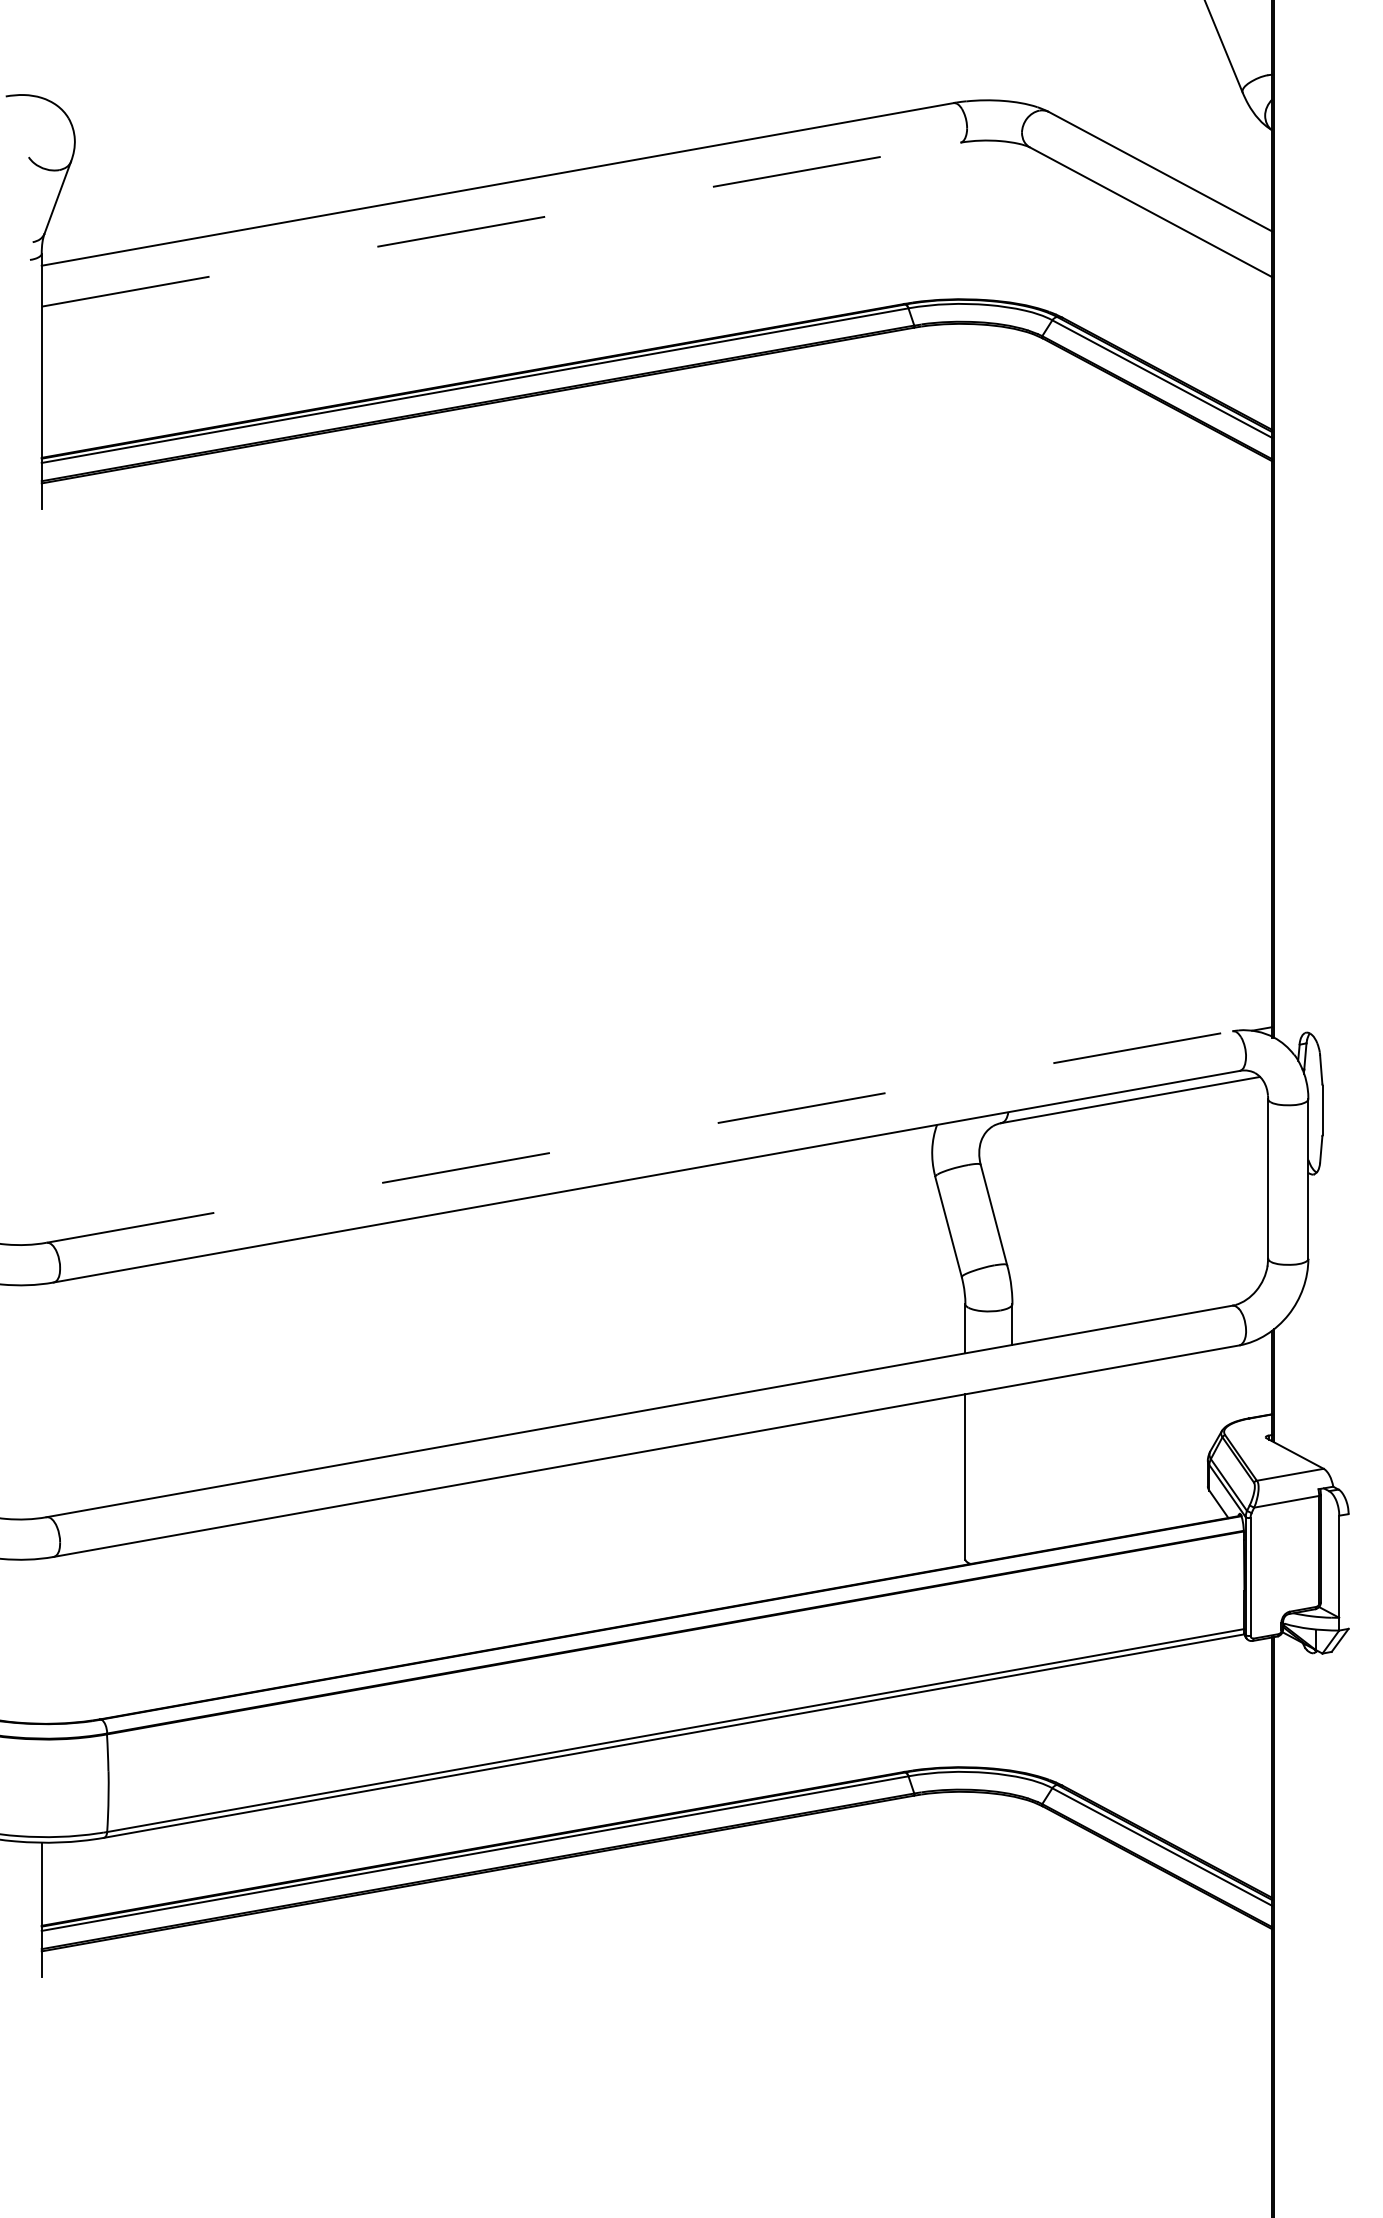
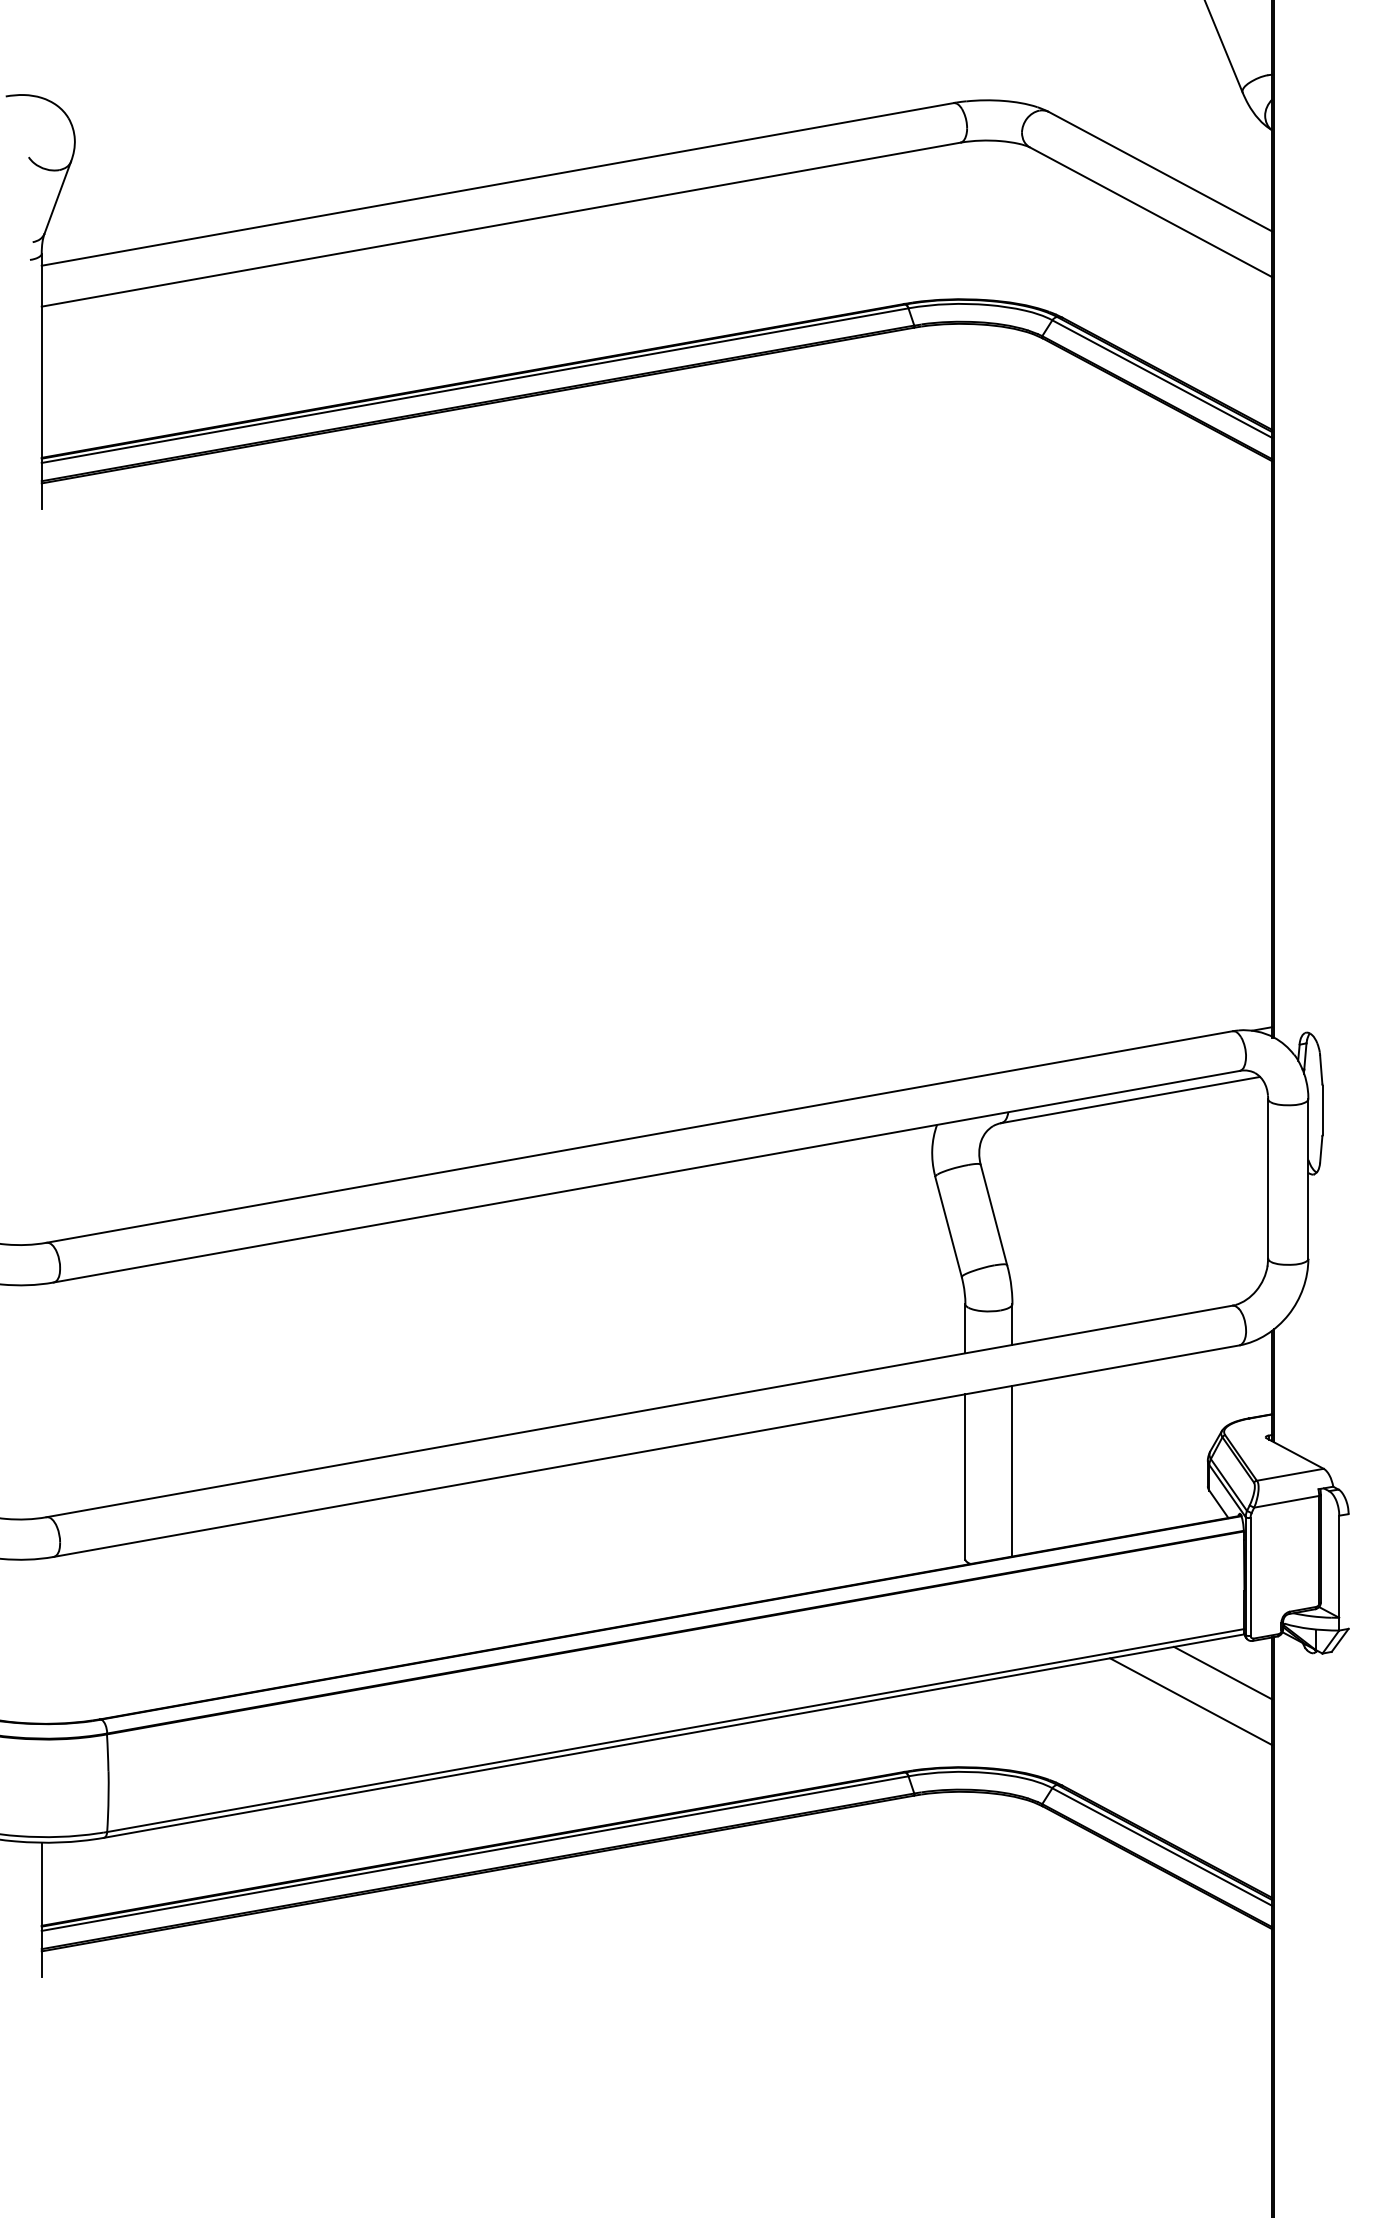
line at (501, 224): dashed -> solid
line at (640, 1136): dashed -> solid
line at (1012, 1470): none -> present
line at (1223, 1672): none -> present
line at (1191, 1701): none -> present
